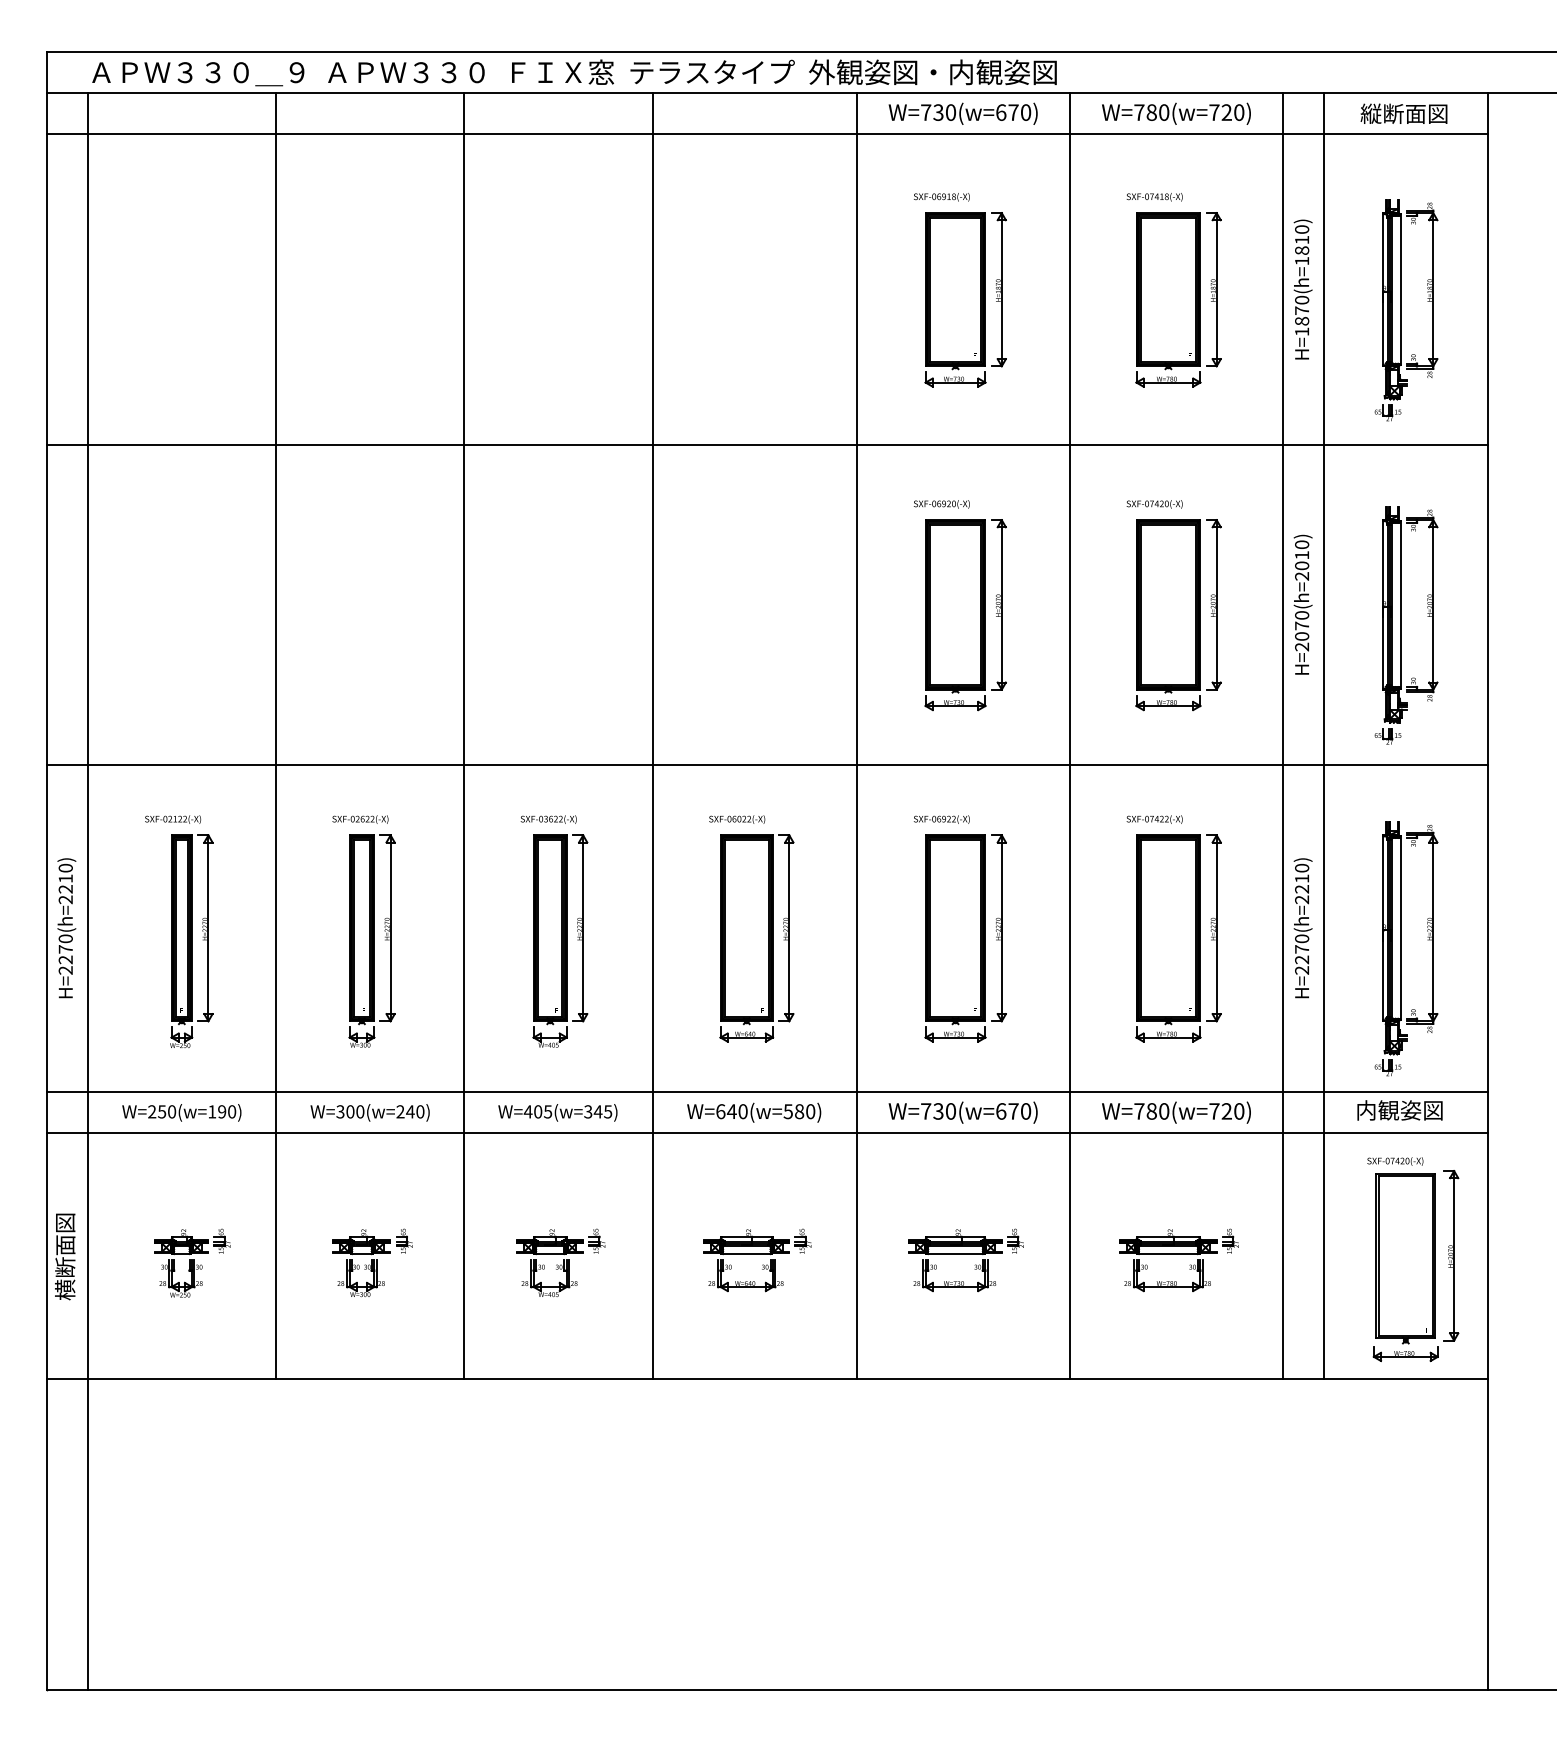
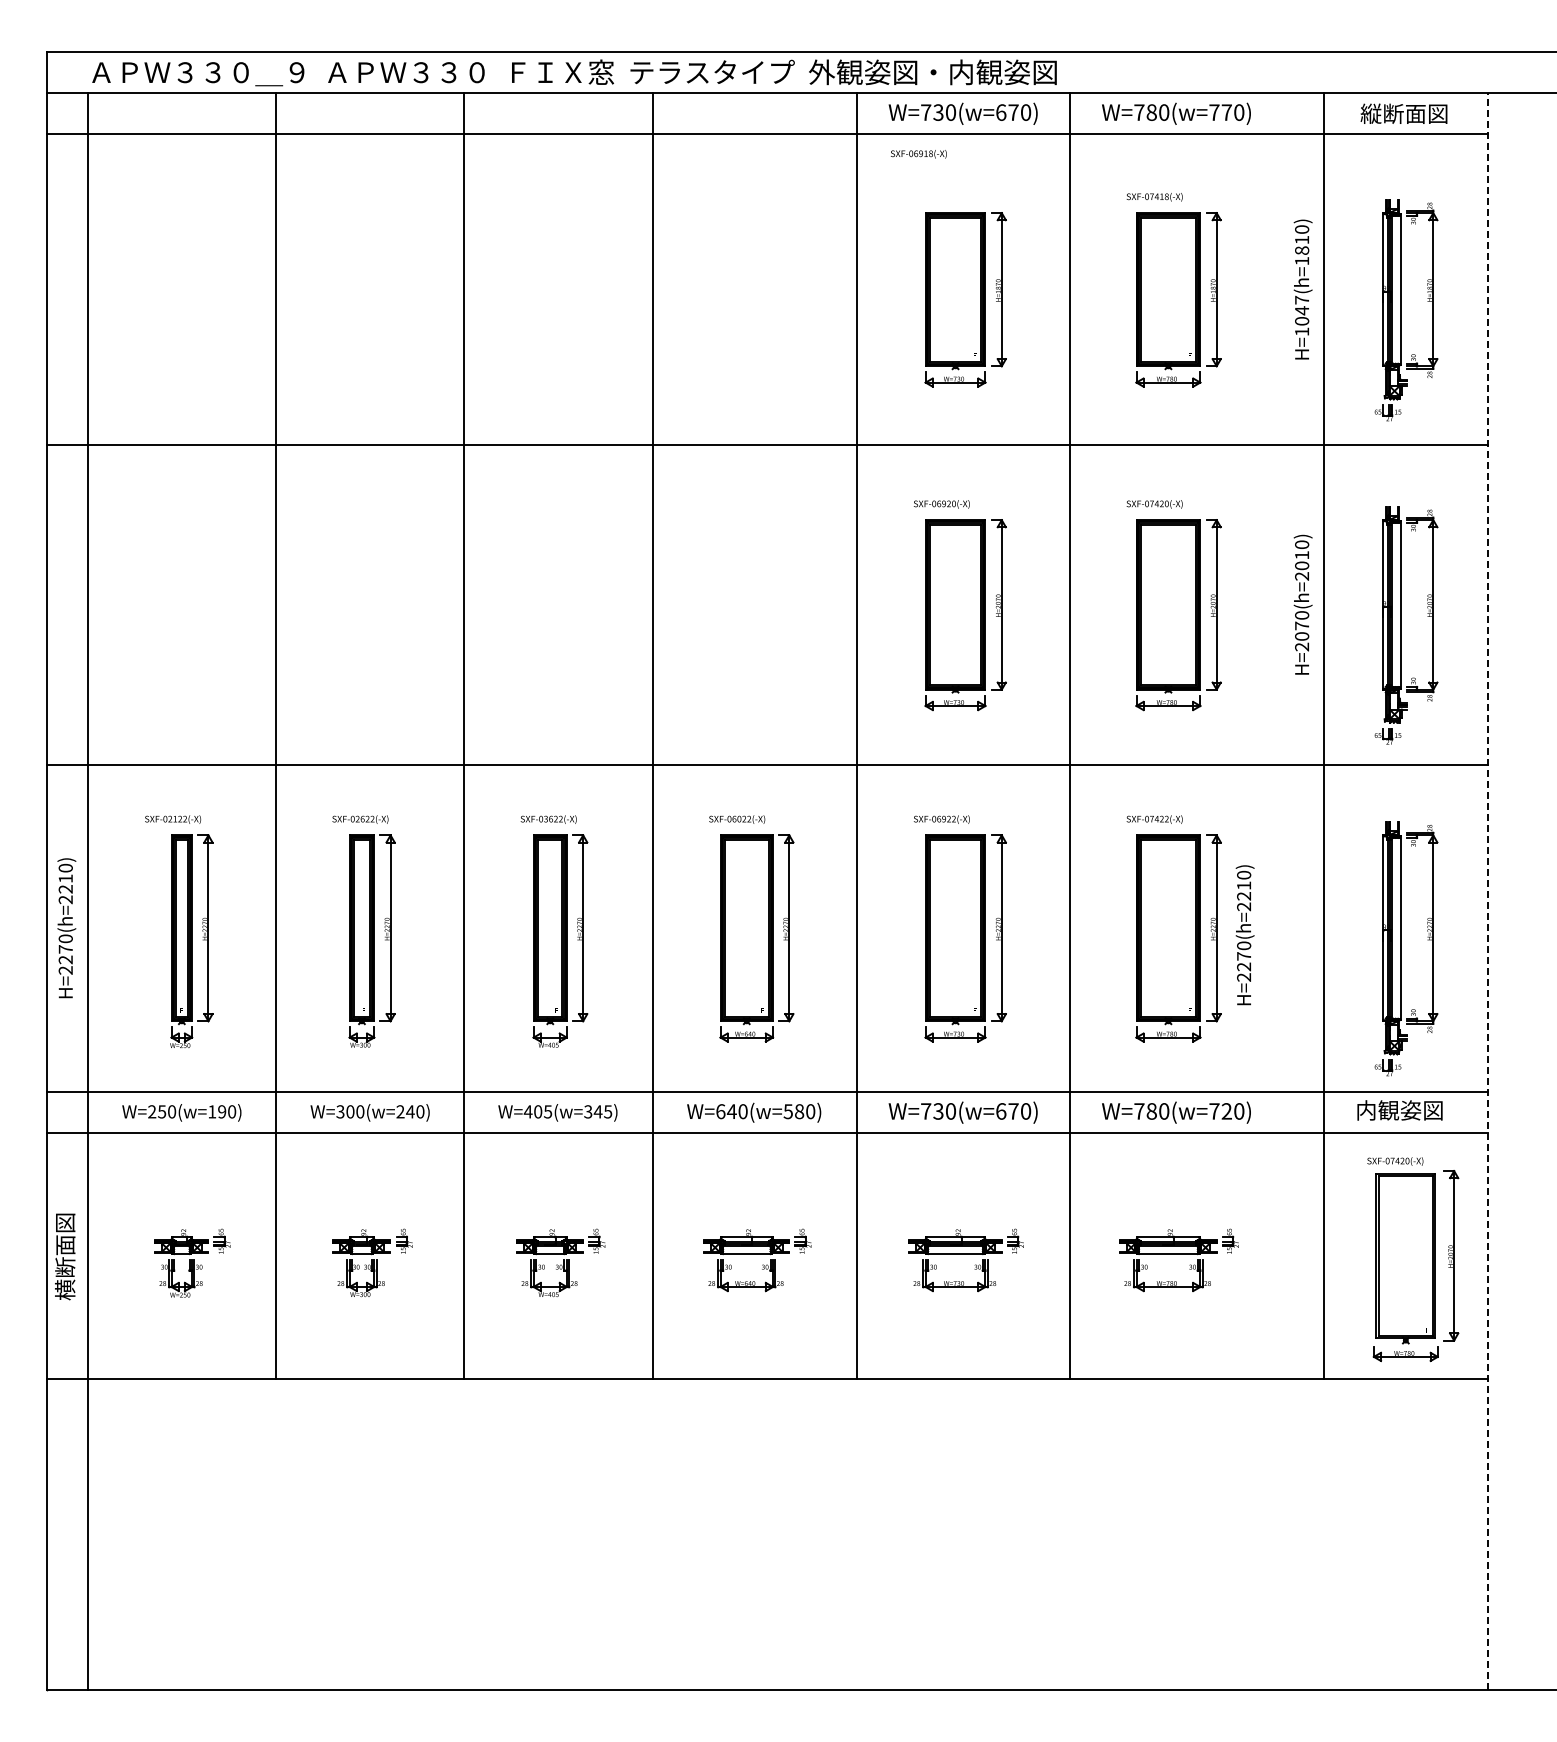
text at (1226, 112): W=780(w=720) -> W=780(w=770)
text at (941, 197) position: (941, 197) -> (918, 154)
text at (1302, 310): H=1870(h=1810) -> H=1047(h=1810)
line at (1283, 735): present -> none
line at (1487, 890): solid -> dashed
text at (1302, 928) position: (1302, 928) -> (1244, 935)
